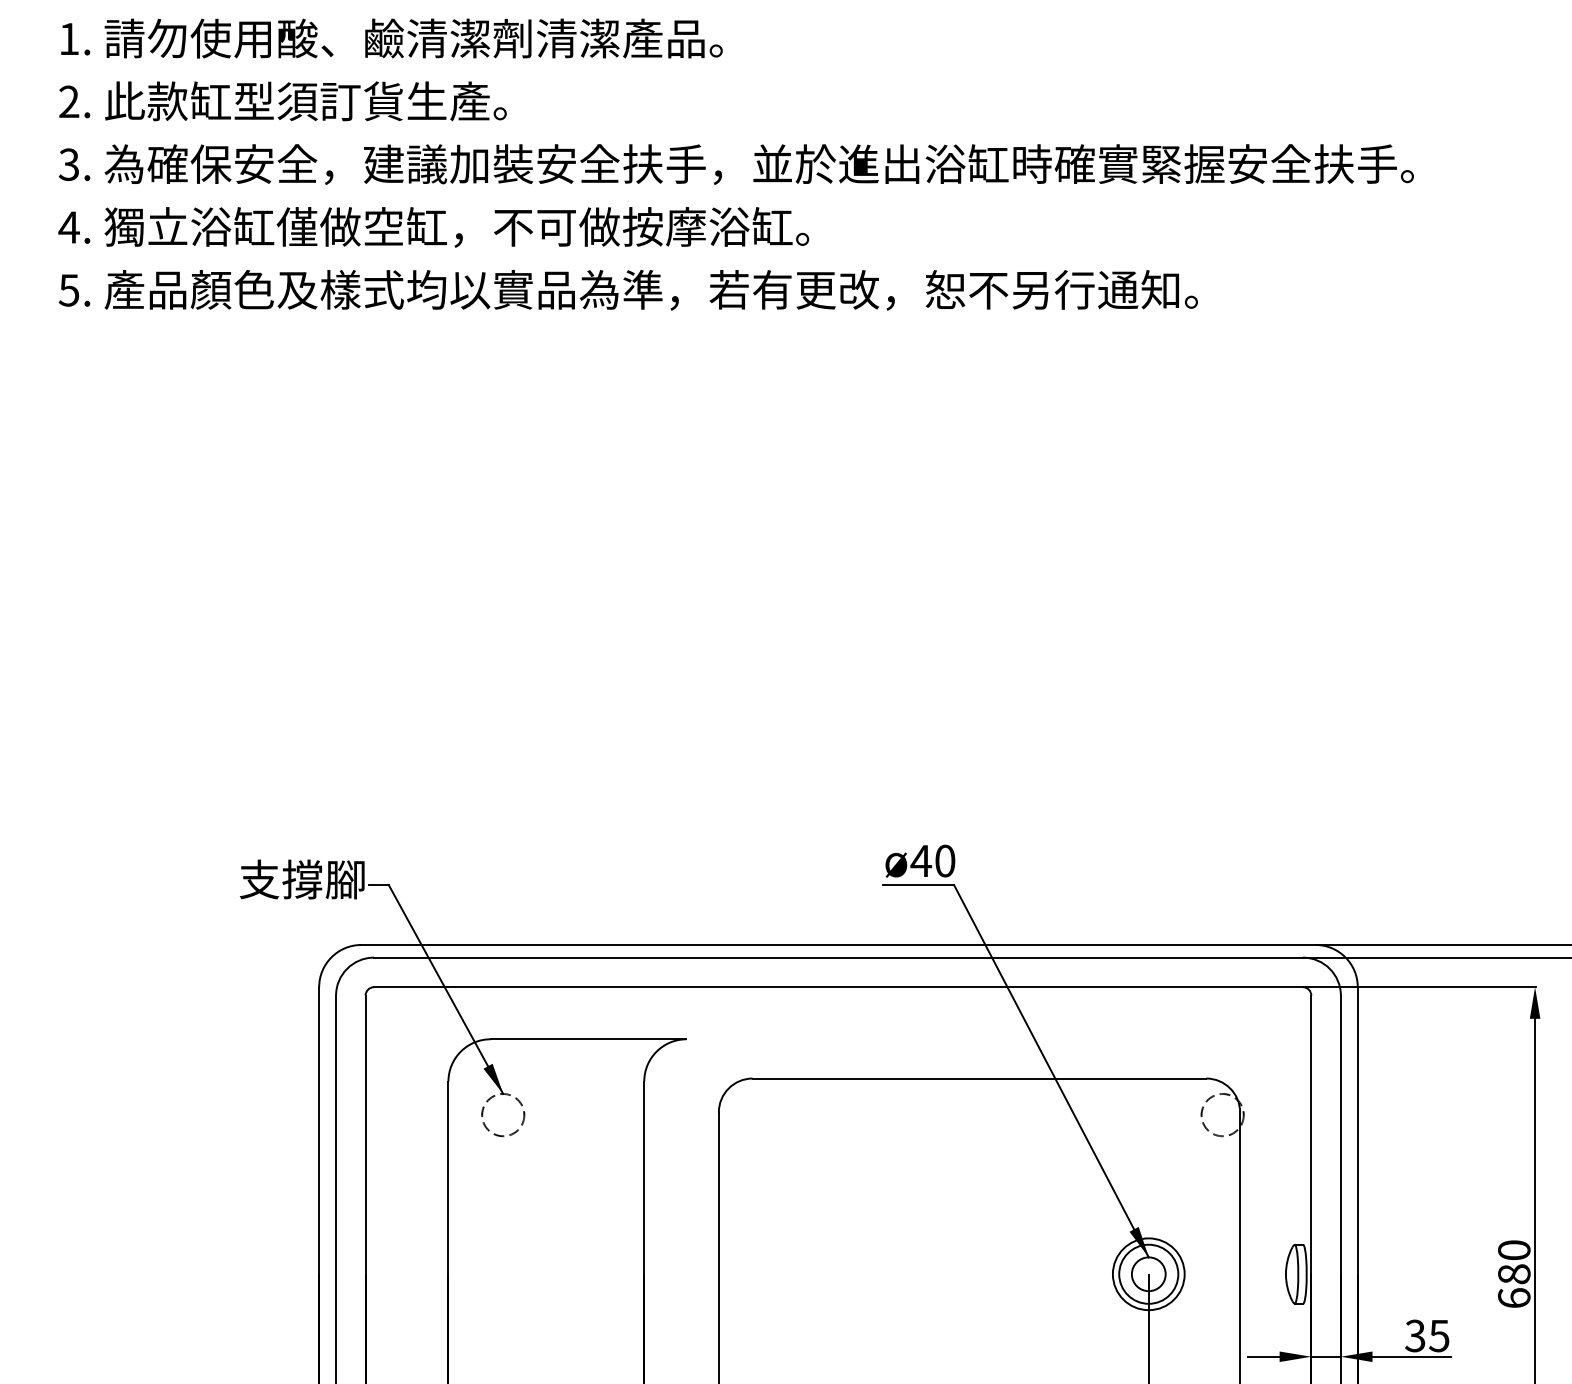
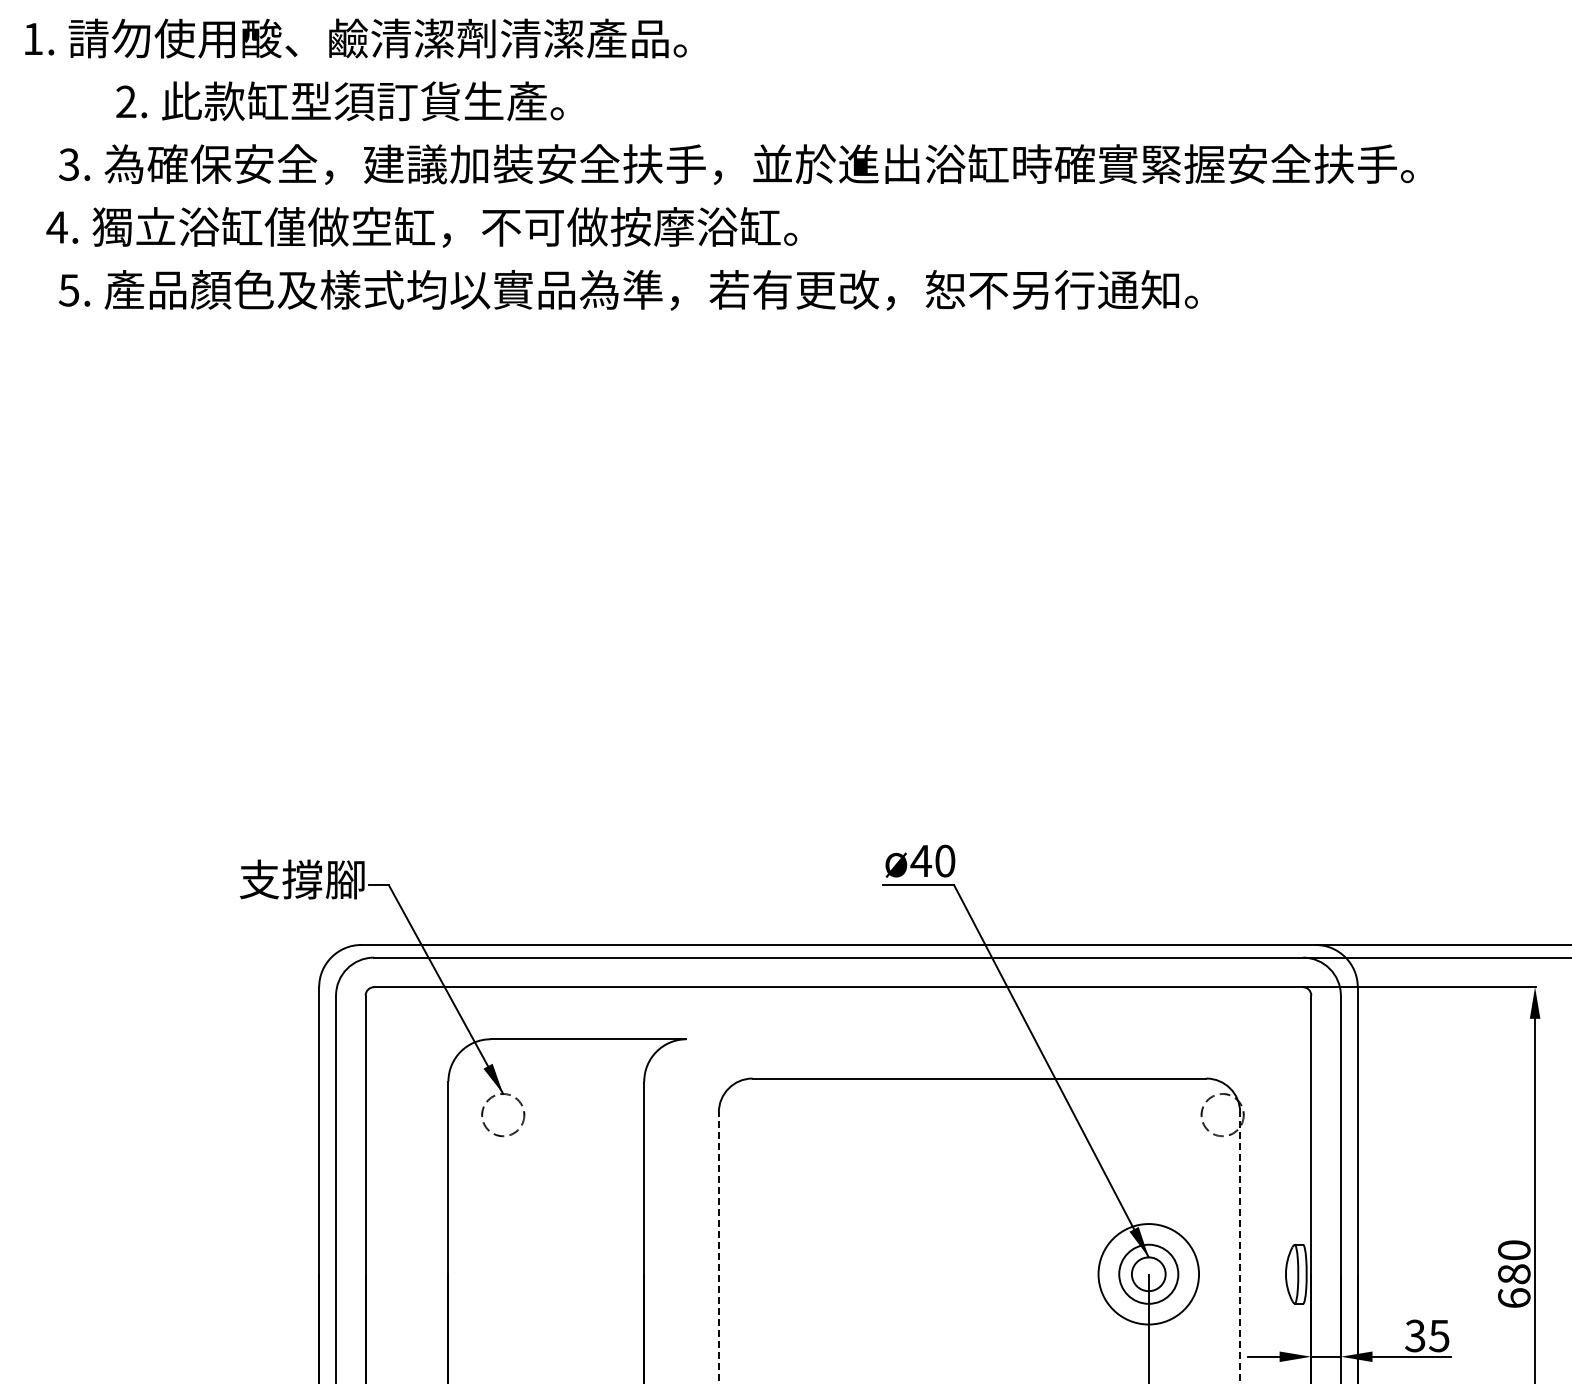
text at (391, 38) position: (391, 38) -> (355, 38)
text at (282, 101) position: (282, 101) -> (339, 101)
text at (433, 227) position: (433, 227) -> (421, 227)
line at (718, 1247): solid -> dashed
line at (1240, 1247): solid -> dashed
circle at (1148, 1274) diameter: 72 px -> 100 px
